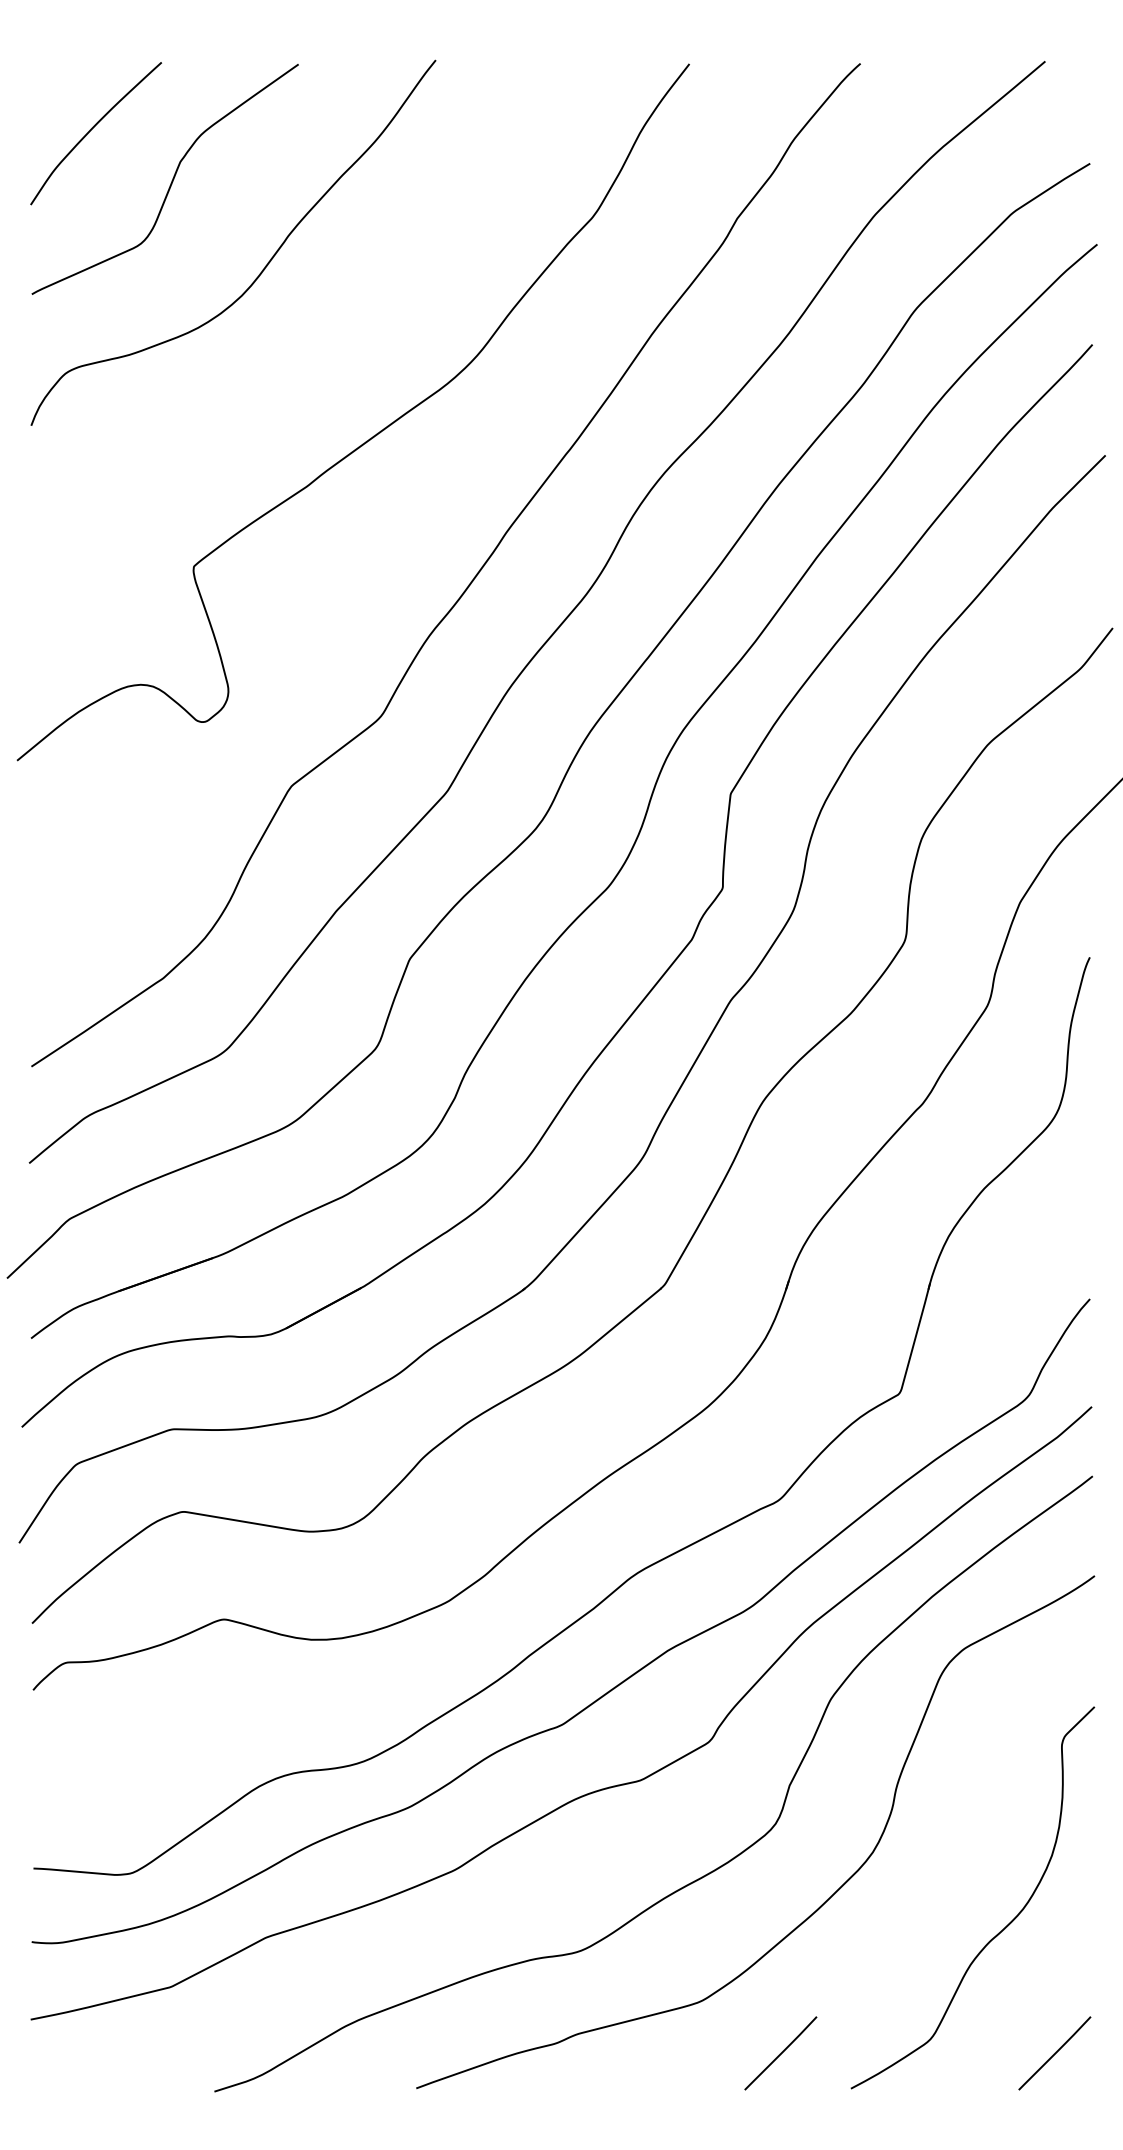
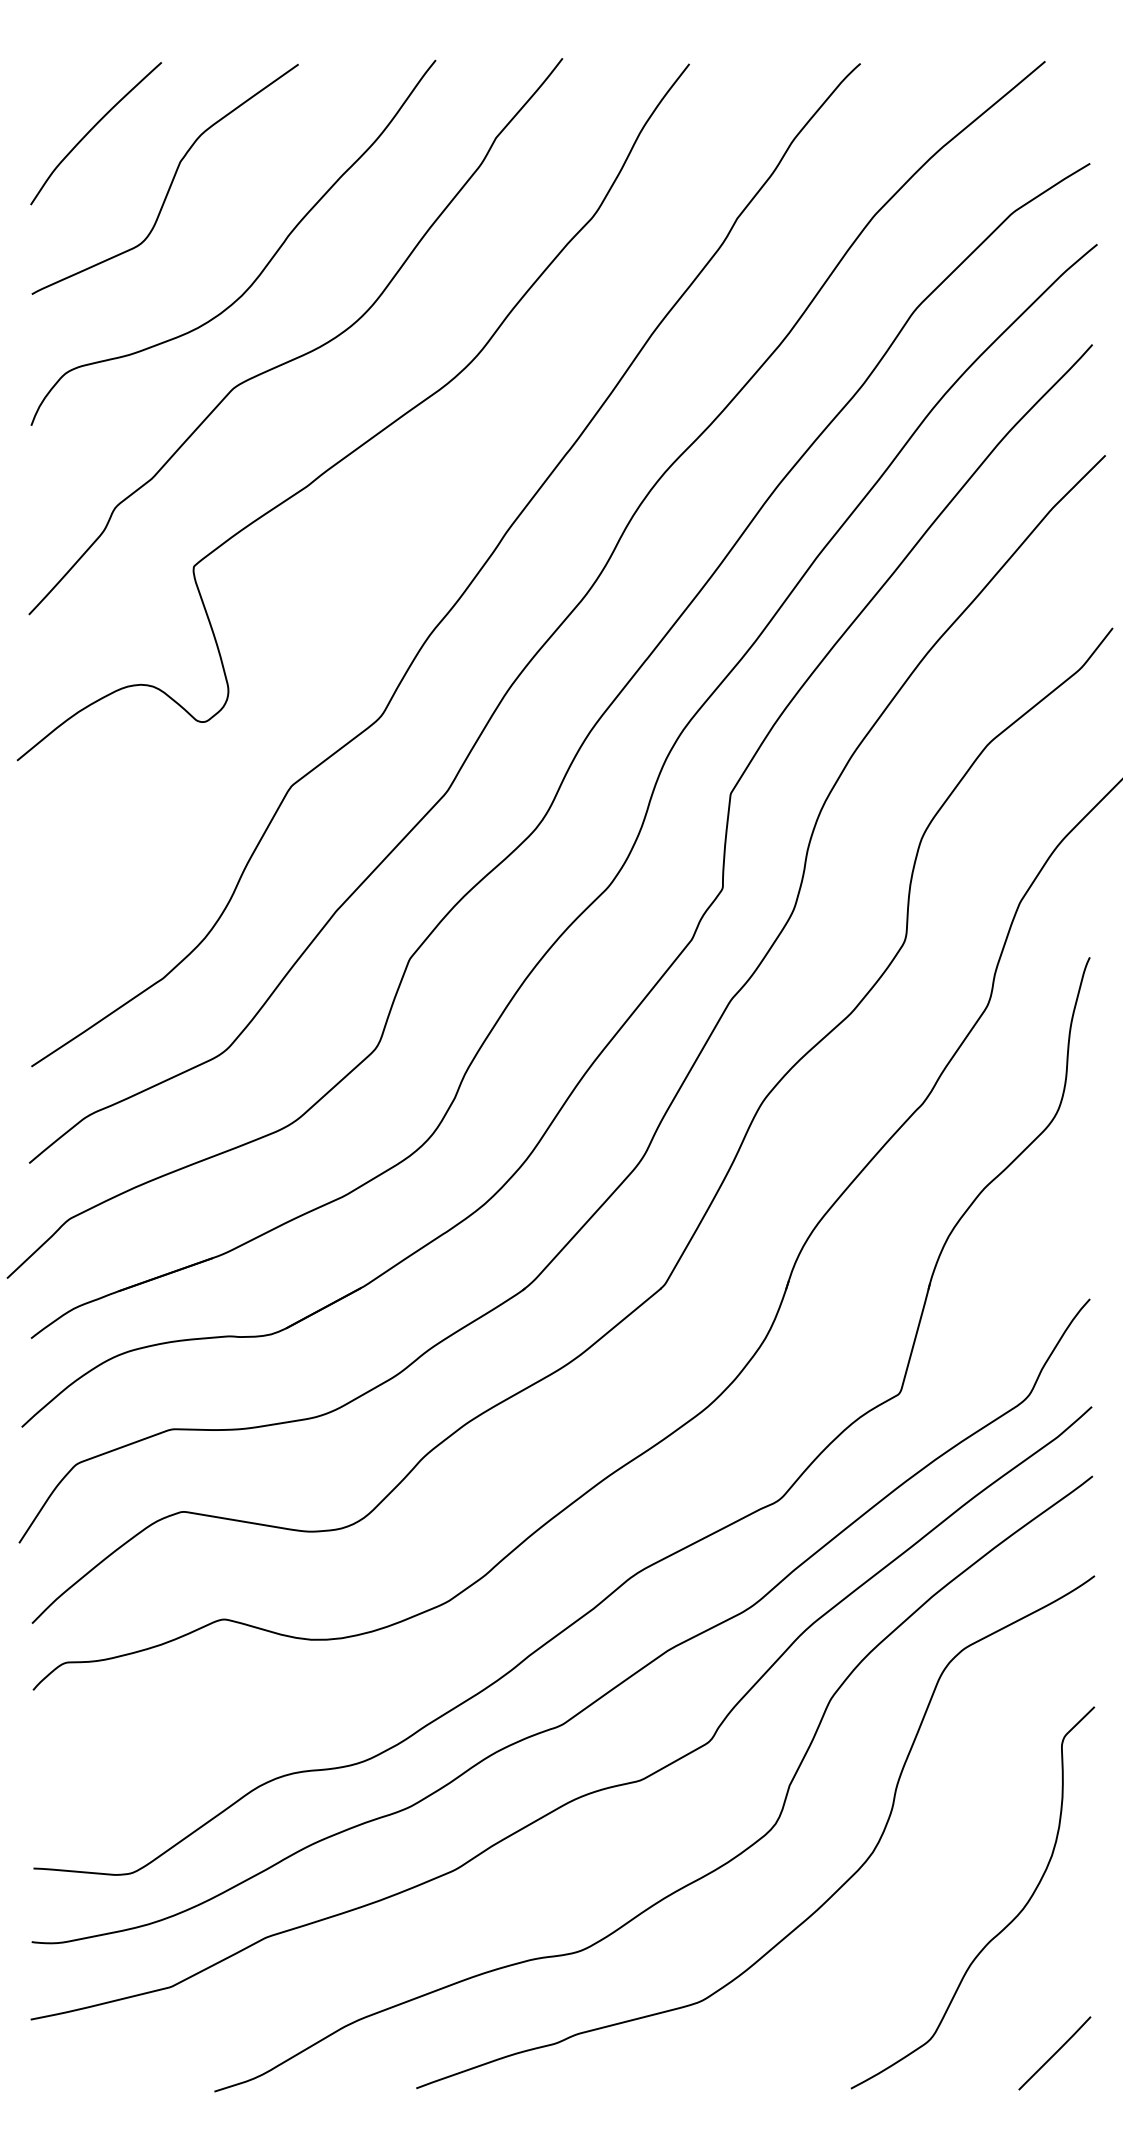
curve at (304, 353): none -> present
line at (780, 2053): present -> none
